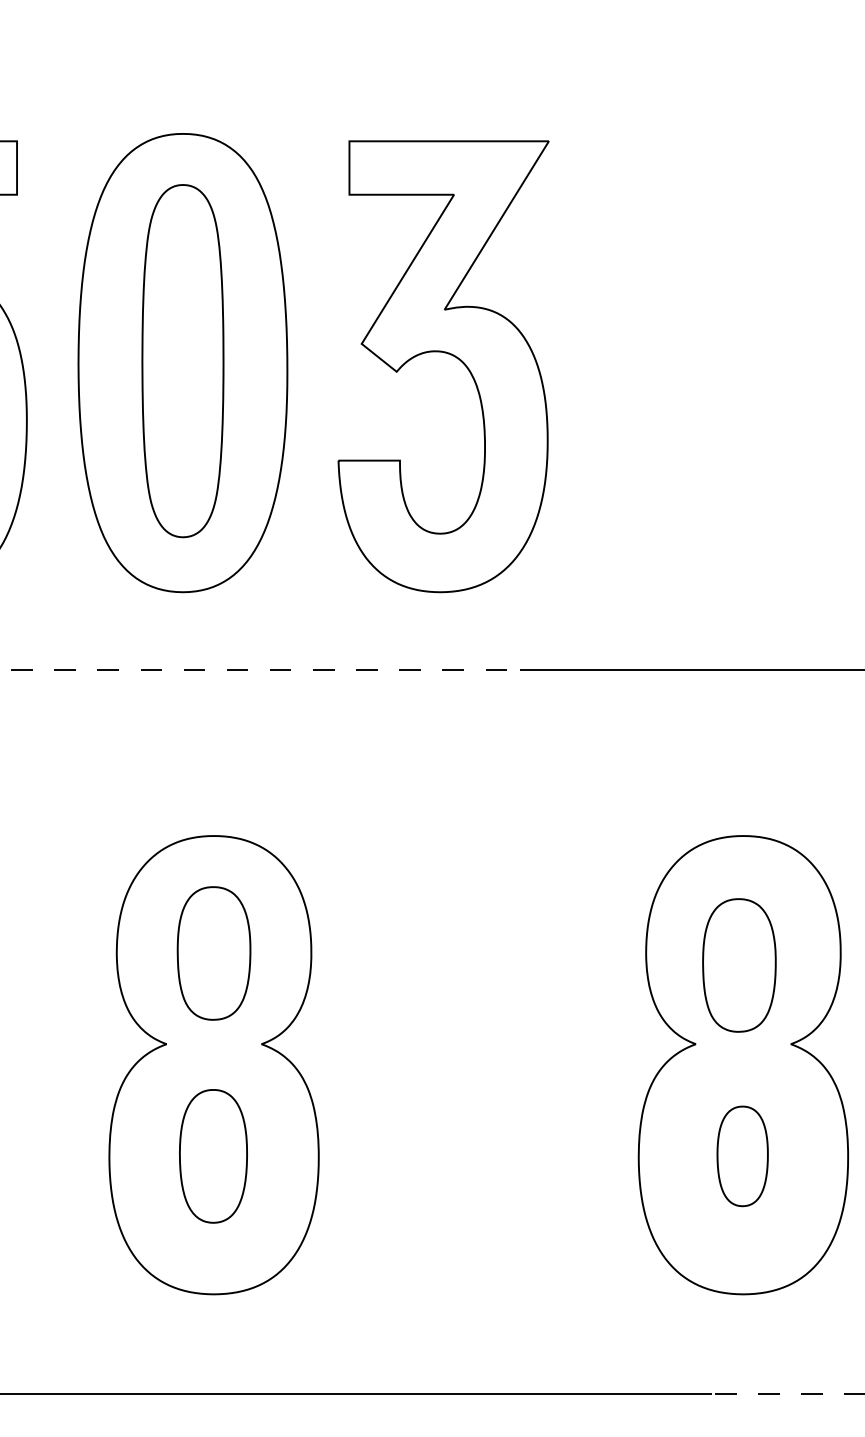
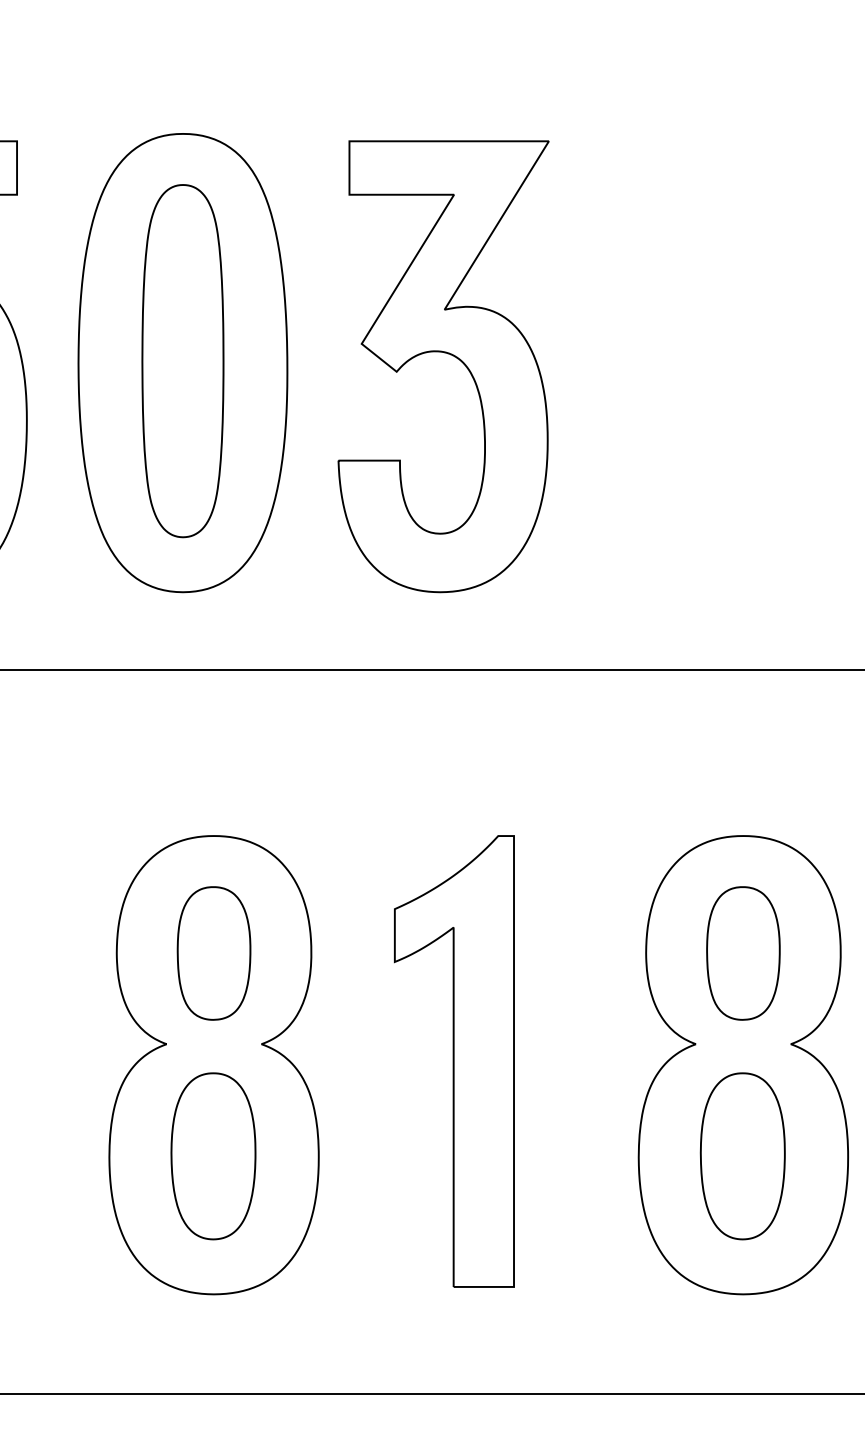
line at (260, 669): dashed -> solid
part at (739, 965) position: (739, 965) -> (743, 953)
part at (454, 1061): none -> present
part at (213, 1156) size: 69x135 px -> 87x169 px
part at (742, 1156) size: 53x103 px -> 87x169 px
line at (788, 1394): dashed -> solid
